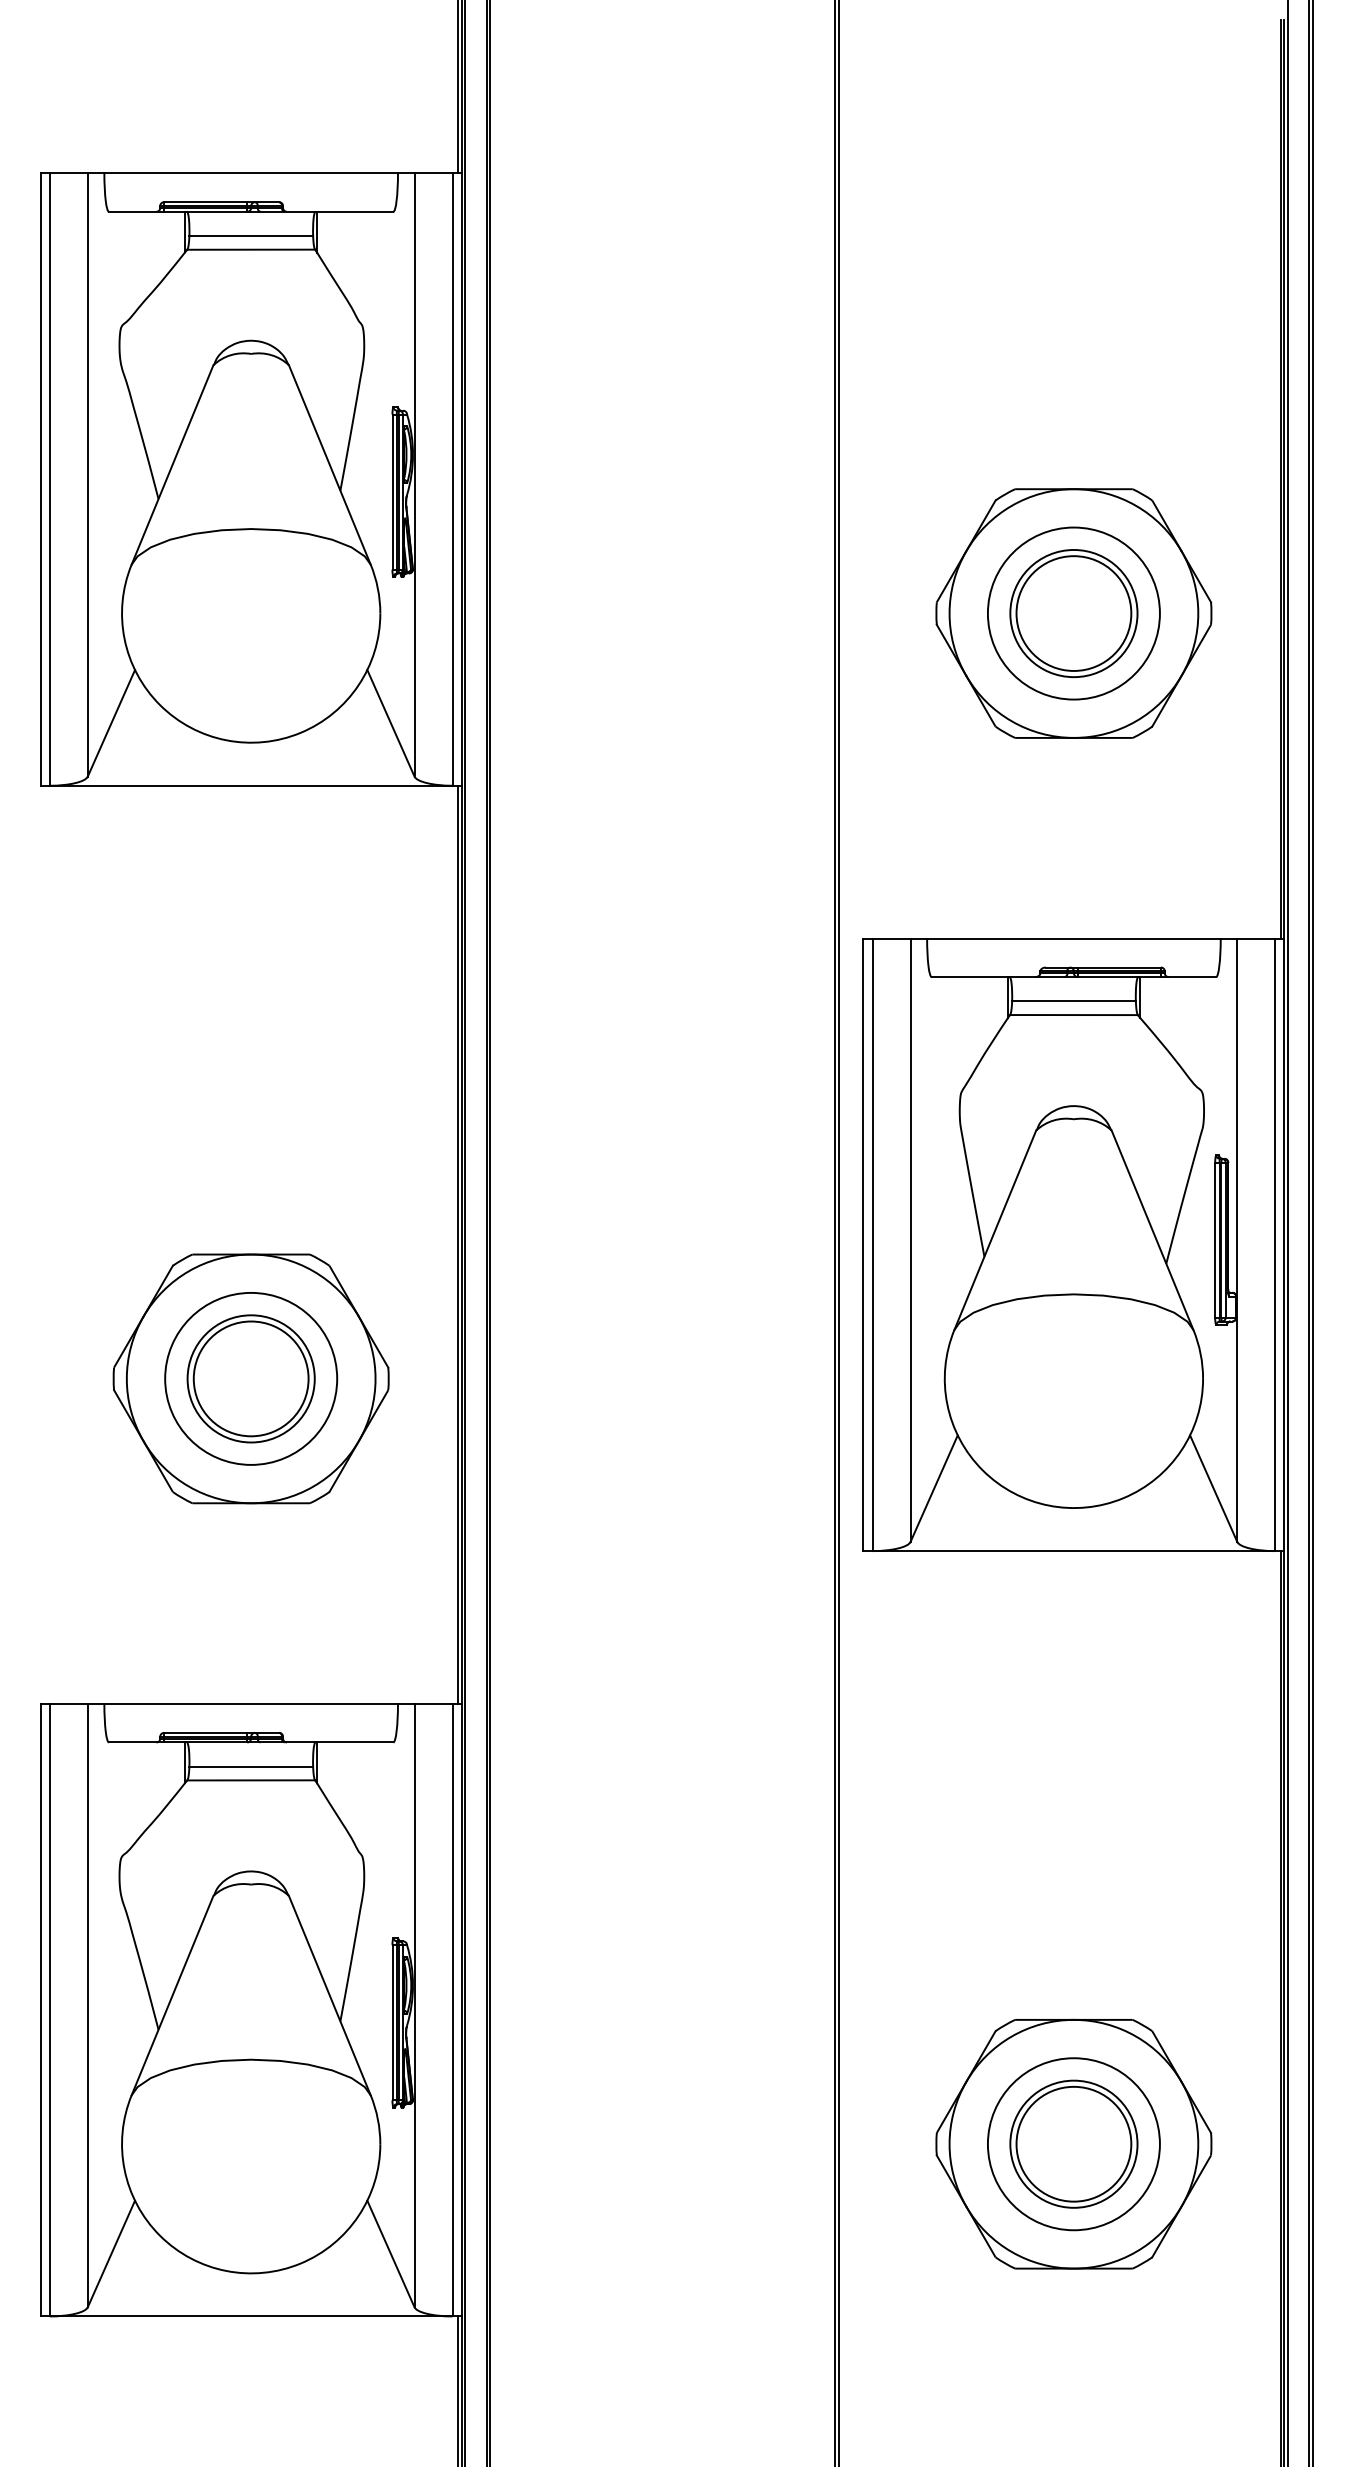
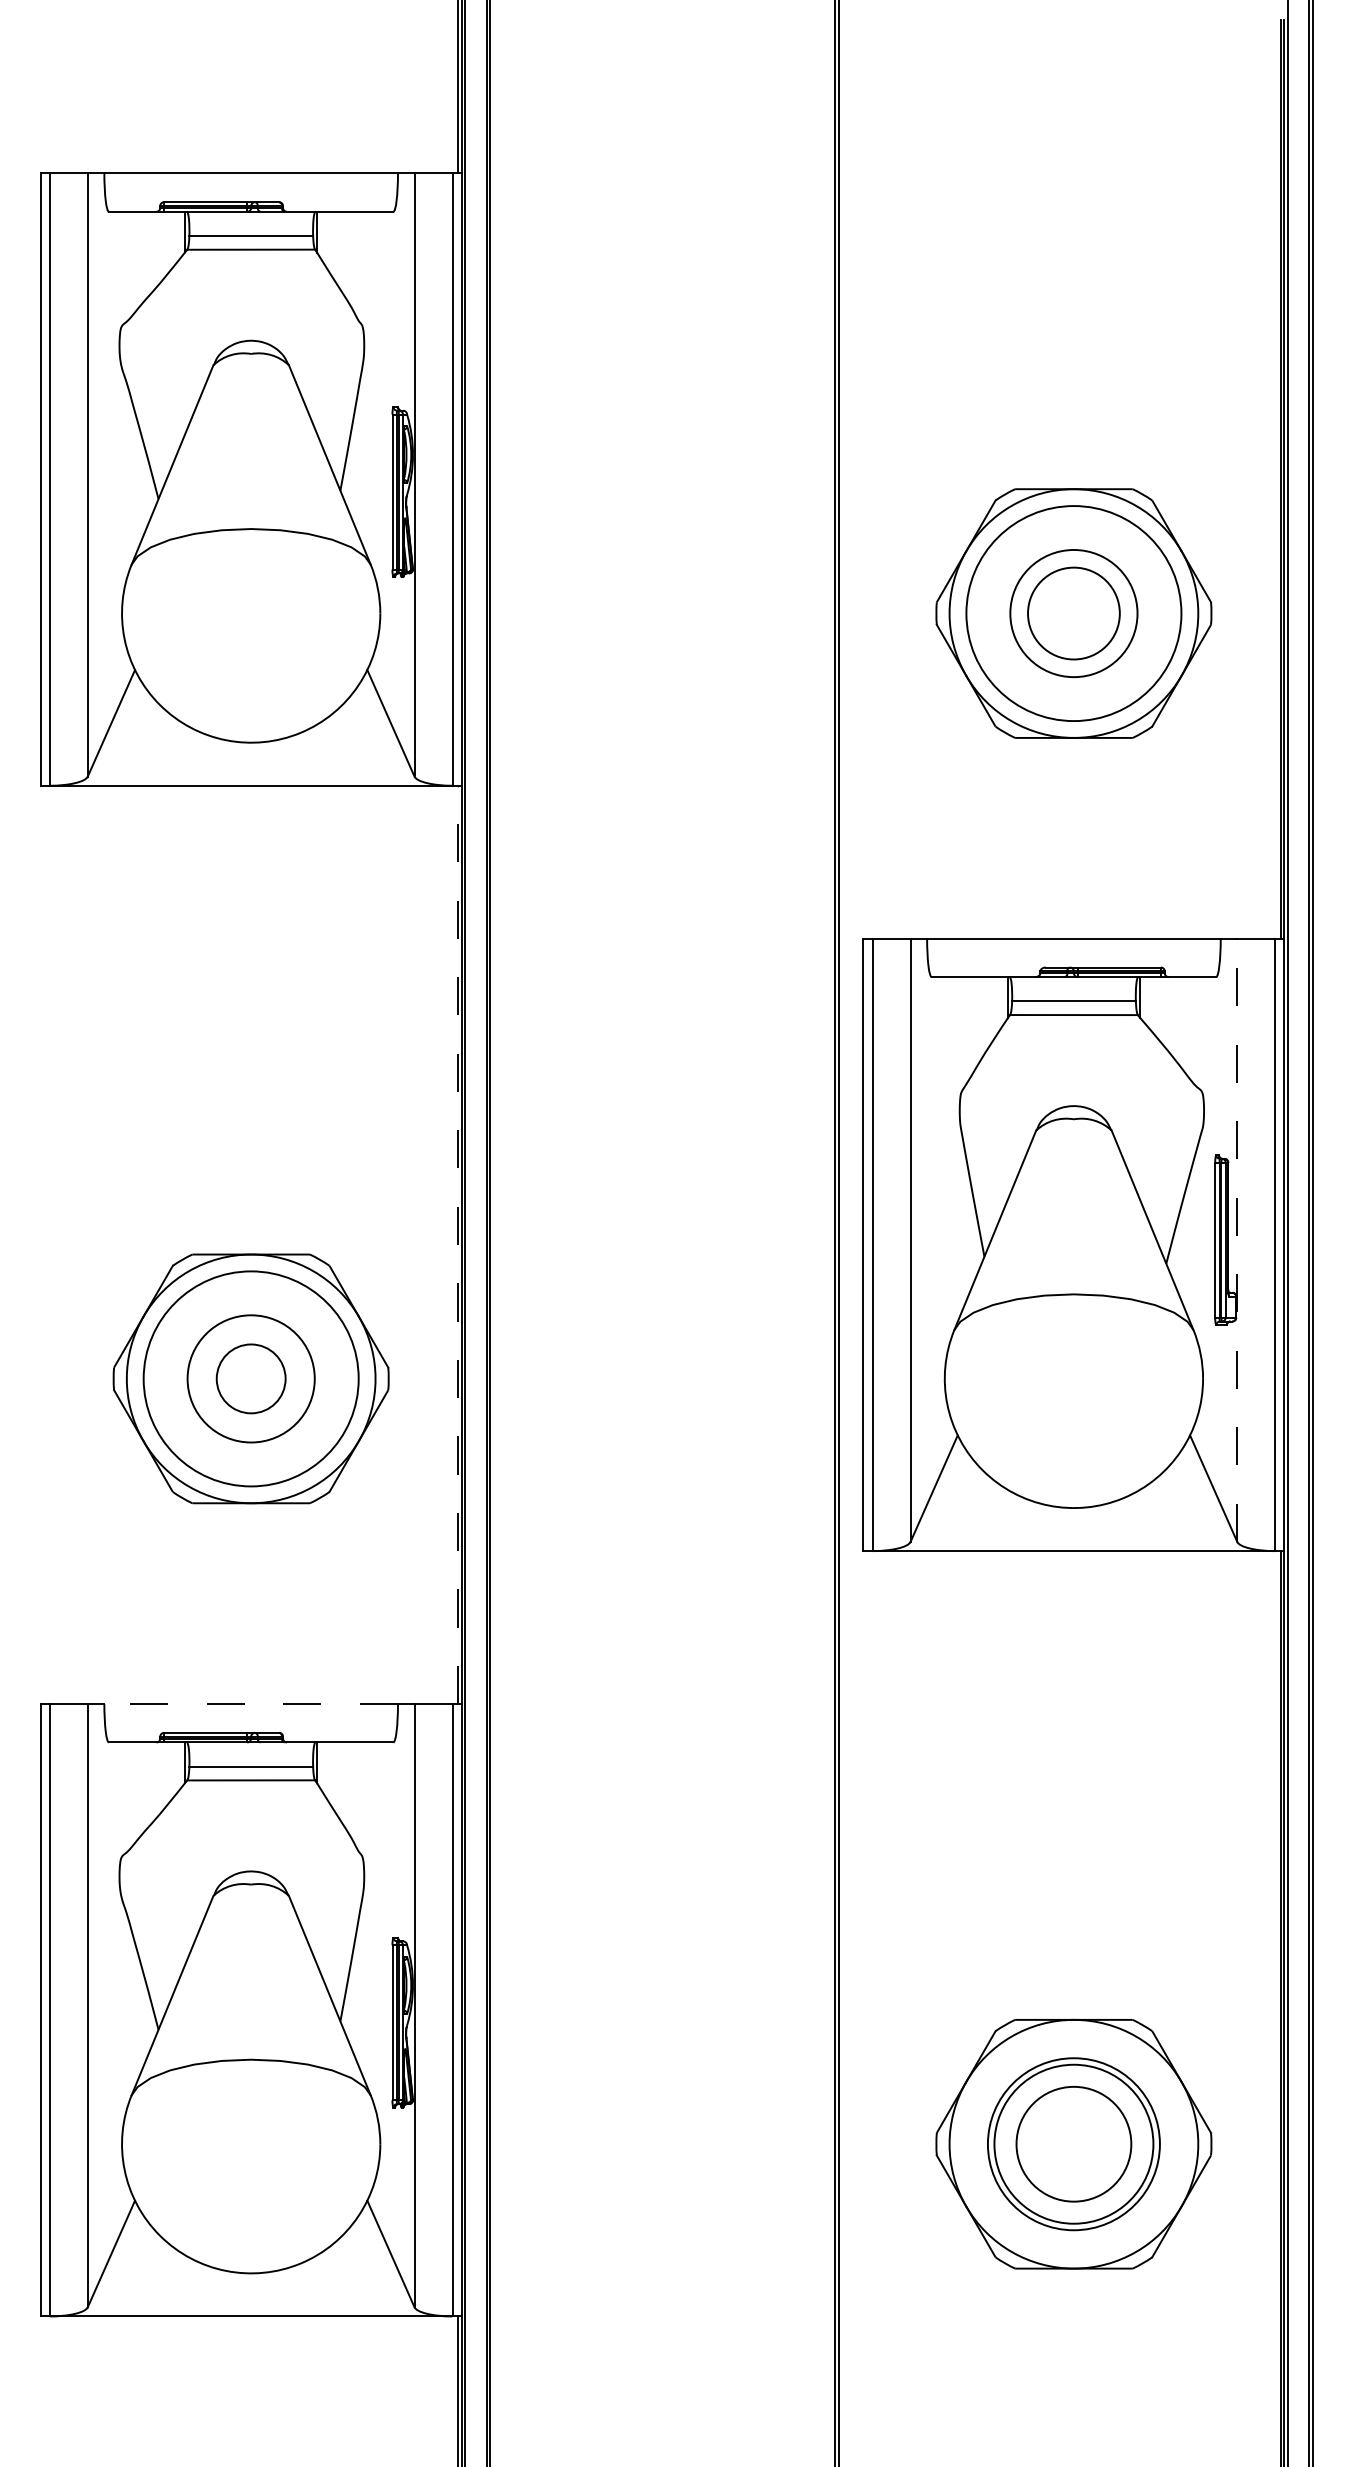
circle at (1073, 613) diameter: 115 px -> 92 px
circle at (1073, 613) diameter: 172 px -> 215 px
line at (1237, 1240): solid -> dashed
line at (457, 1244): solid -> dashed
circle at (250, 1378) diameter: 115 px -> 69 px
circle at (251, 1378) diameter: 172 px -> 215 px
line at (251, 1704): solid -> dashed
circle at (1073, 2143) diameter: 127 px -> 159 px
